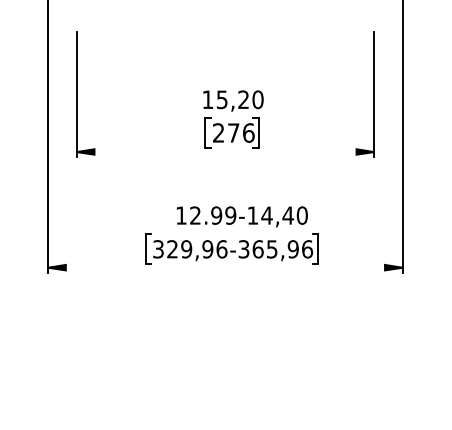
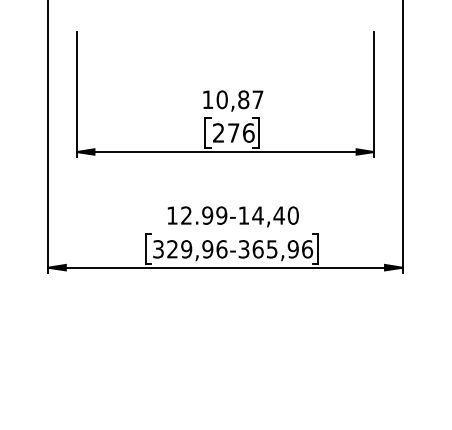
text at (239, 99): 15,20 -> 10,87
line at (225, 152): none -> present
text at (241, 216) position: (241, 216) -> (232, 216)
line at (225, 267): none -> present
